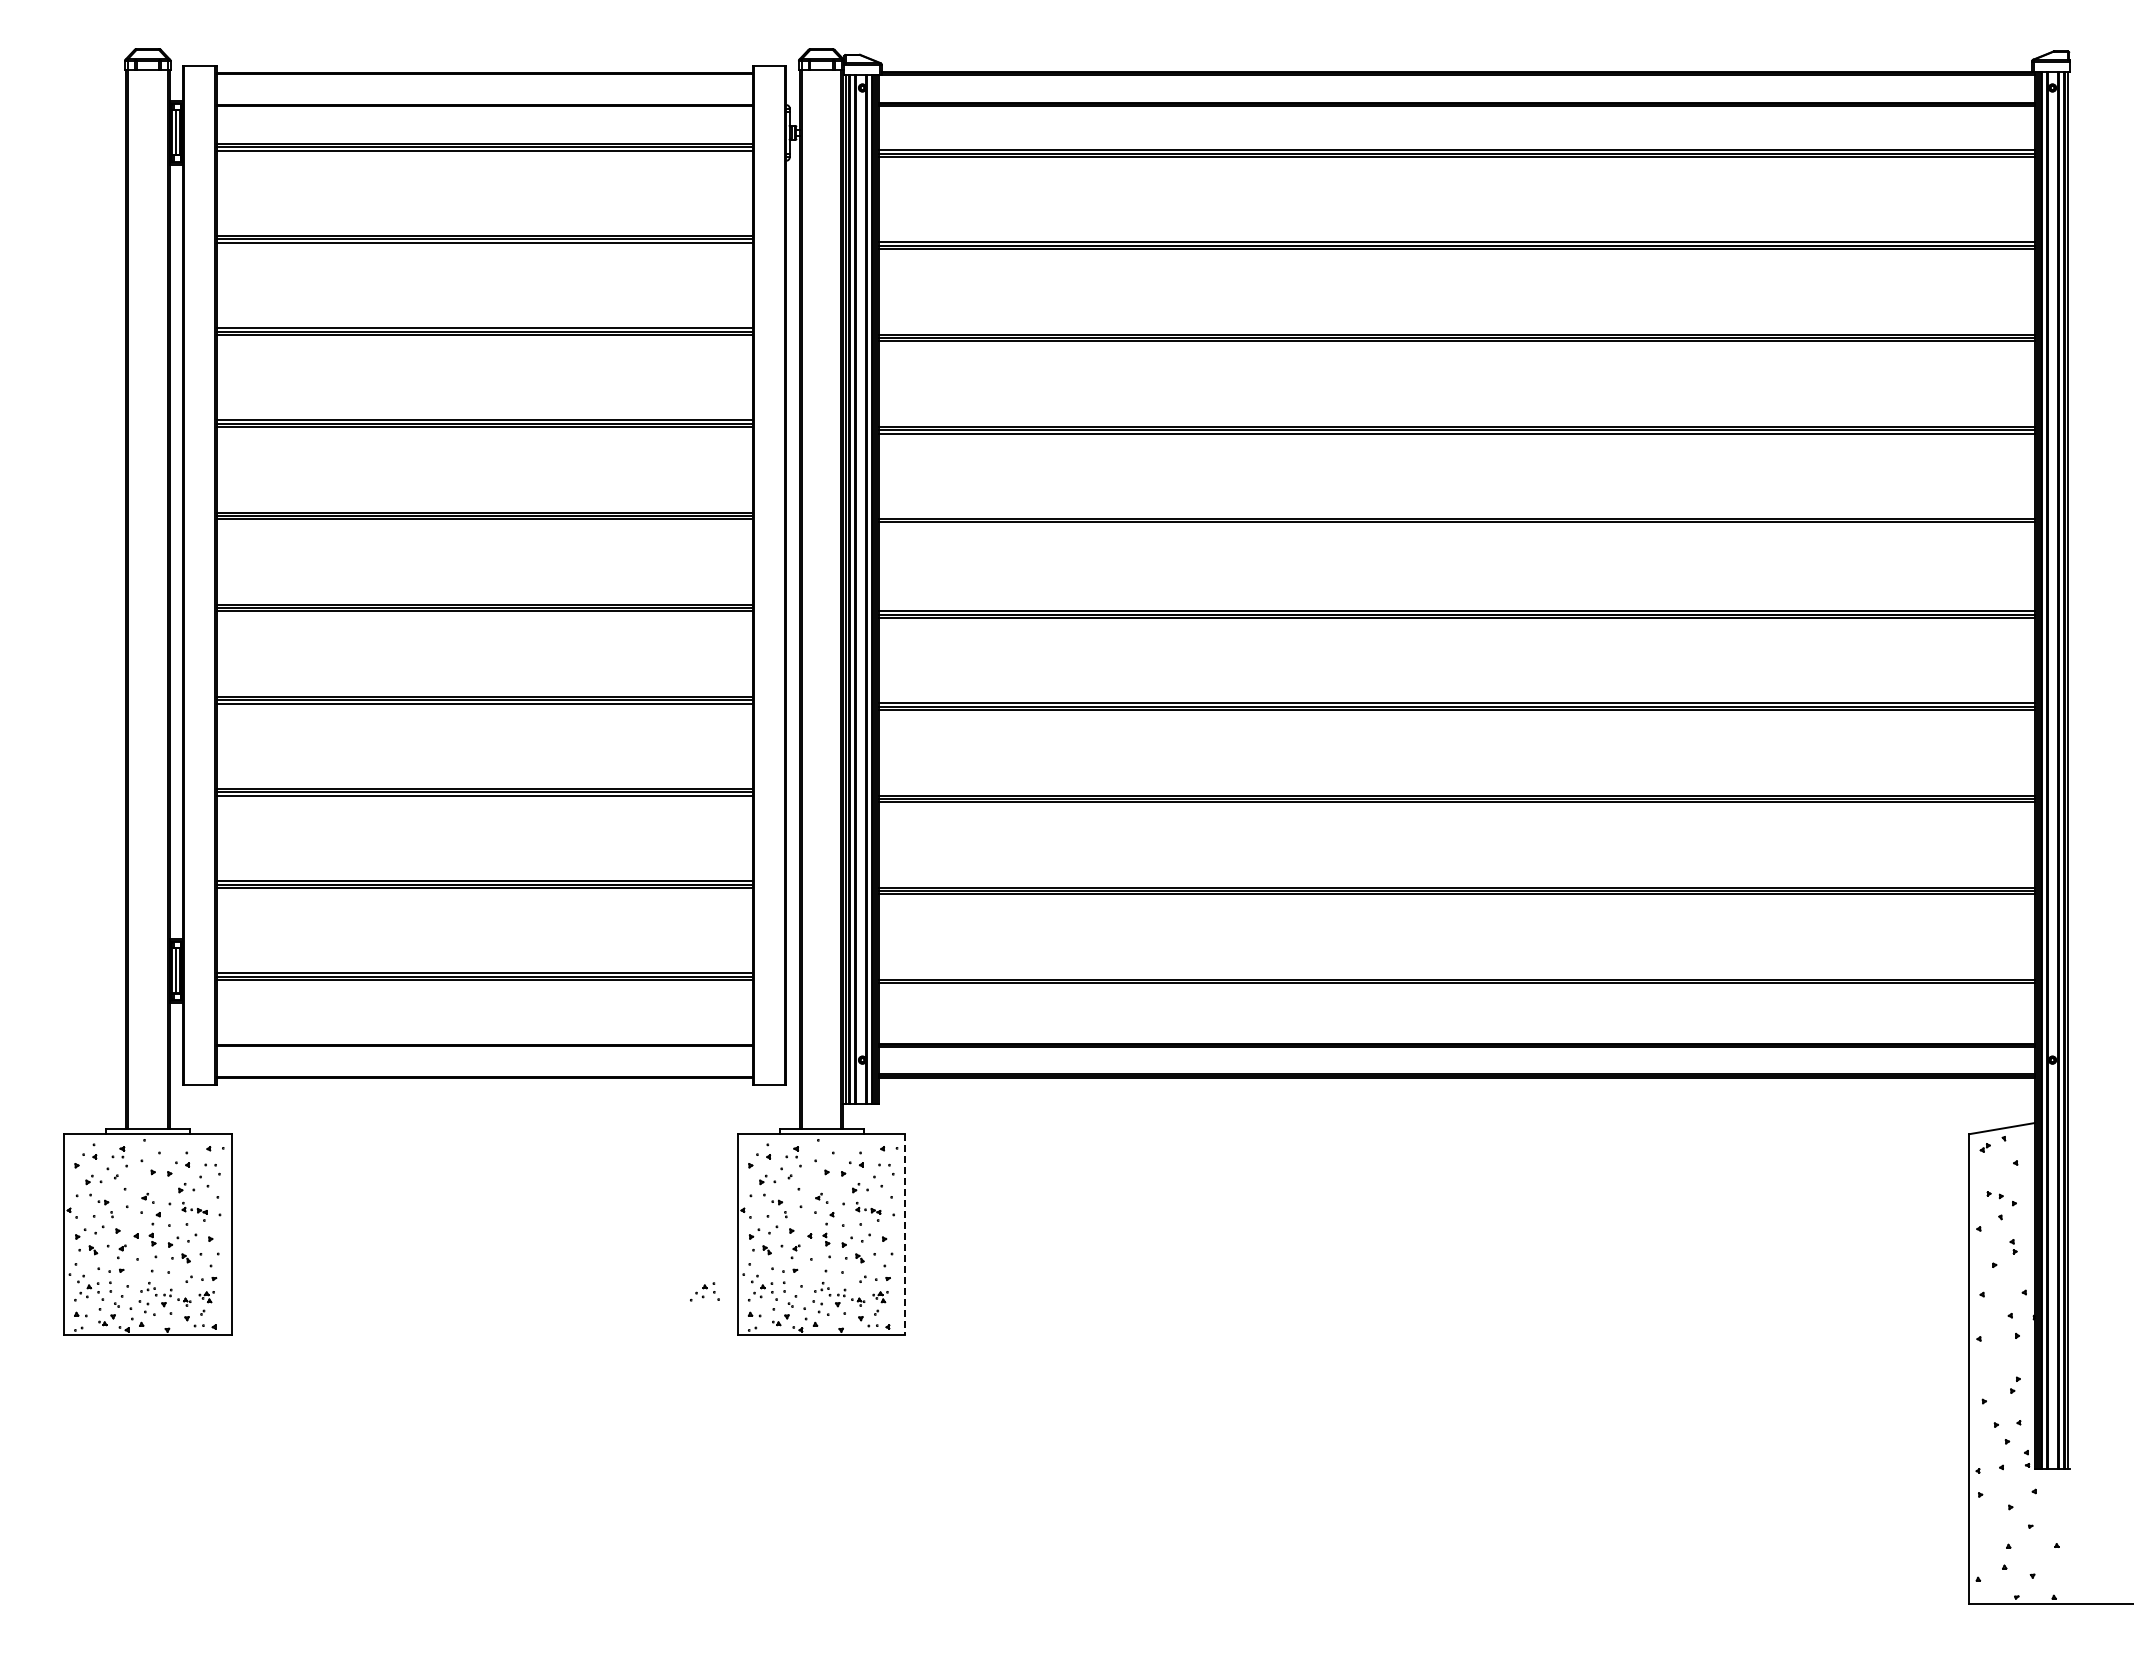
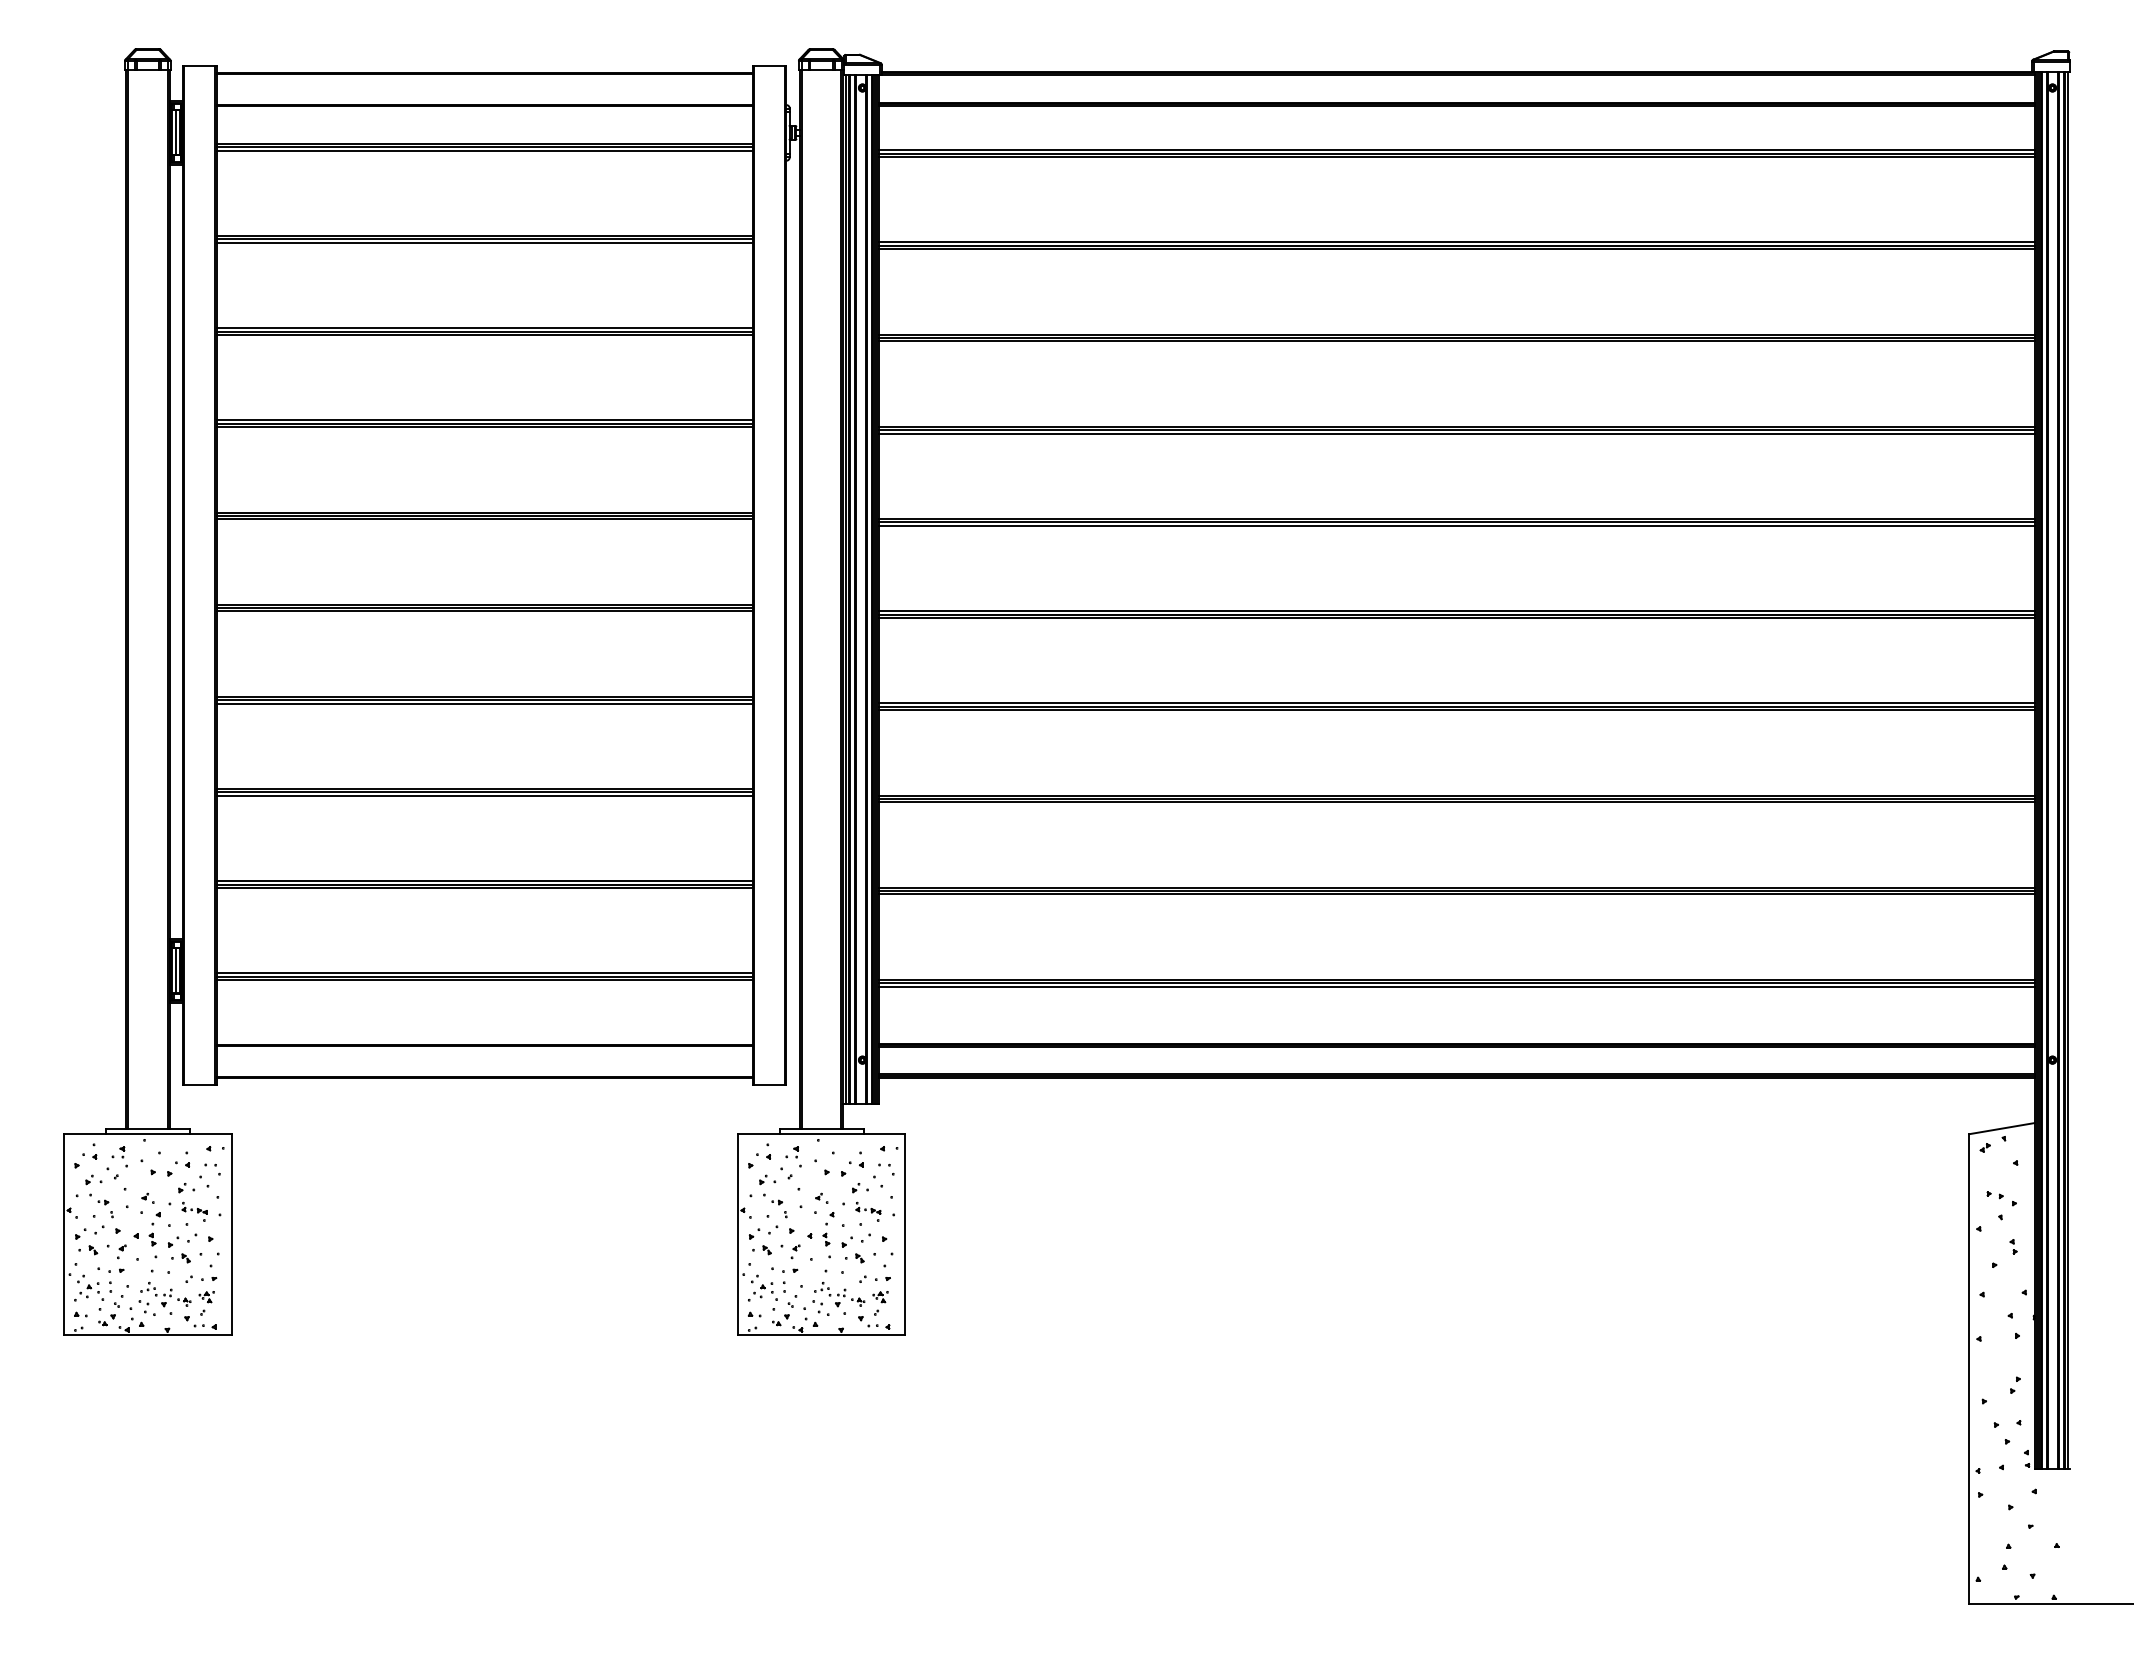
line at (1456, 525): none -> present
line at (1456, 986): none -> present
line at (905, 1234): dashed -> solid
part at (704, 1291): present -> none
